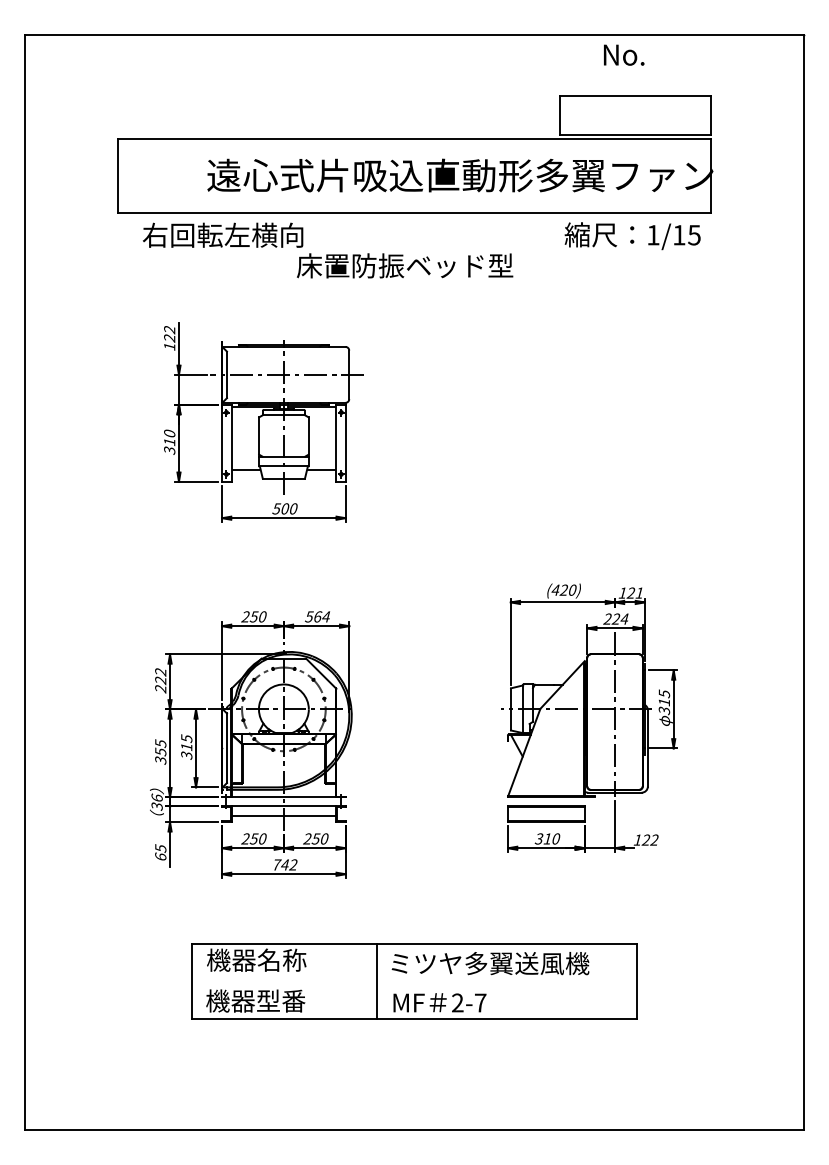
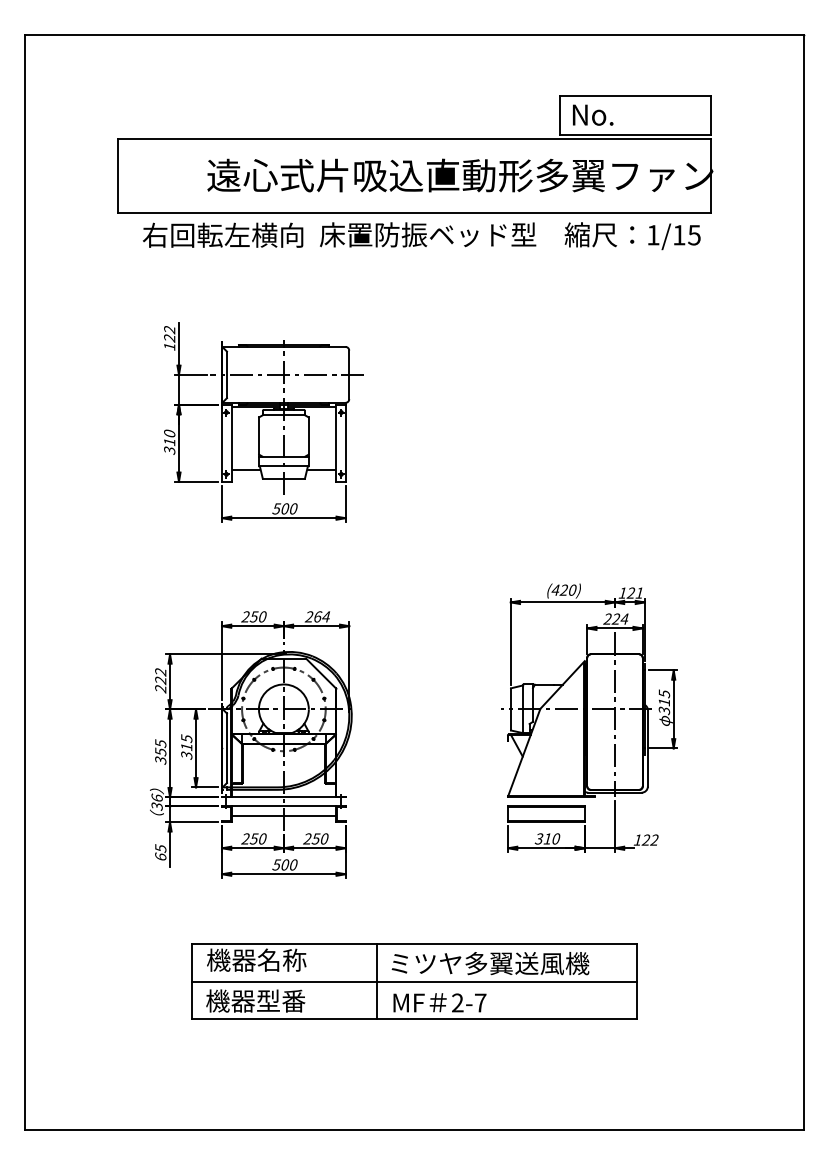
text at (624, 54) position: (624, 54) -> (593, 114)
text at (405, 265) position: (405, 265) -> (428, 234)
text at (308, 616): 564 -> 264
text at (284, 864): 742 -> 500
line at (414, 981): none -> present
